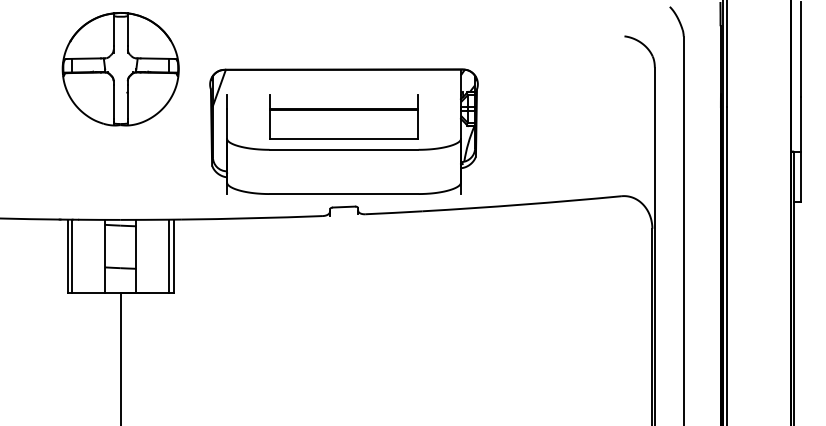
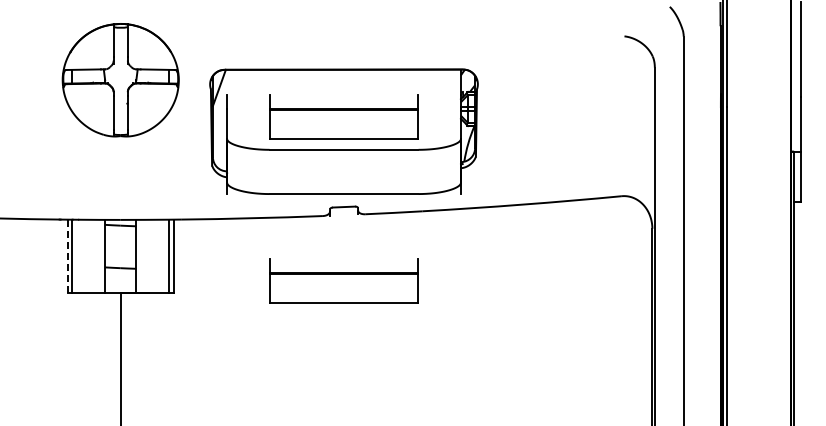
part at (120, 69) position: (120, 69) -> (120, 80)
line at (67, 256): solid -> dashed
part at (343, 280): none -> present
